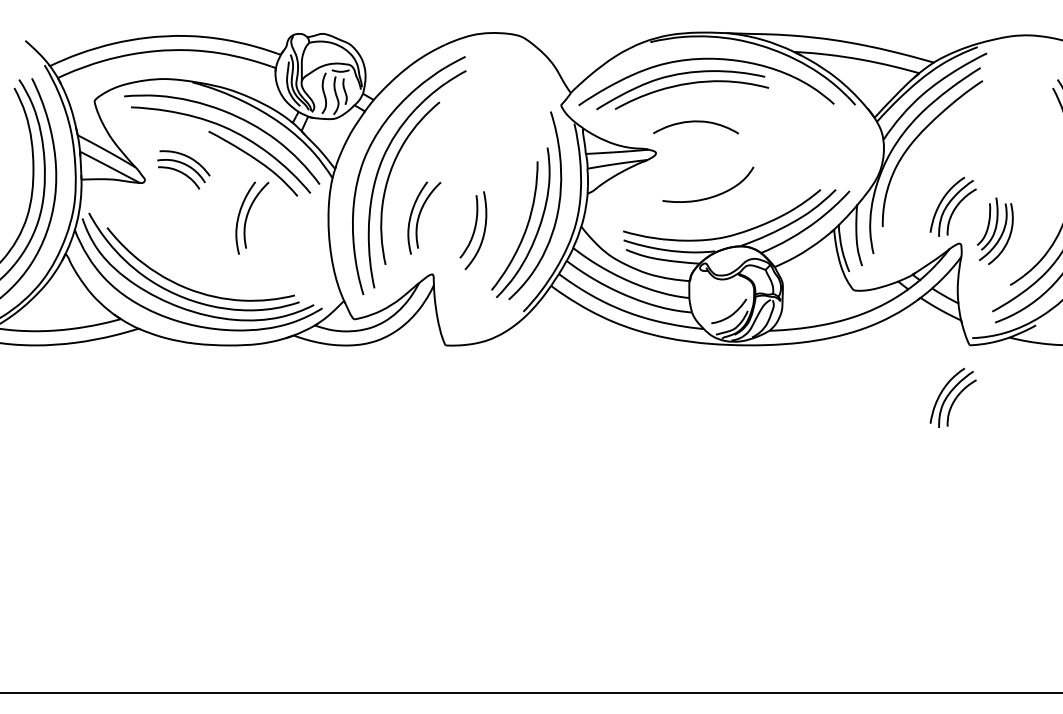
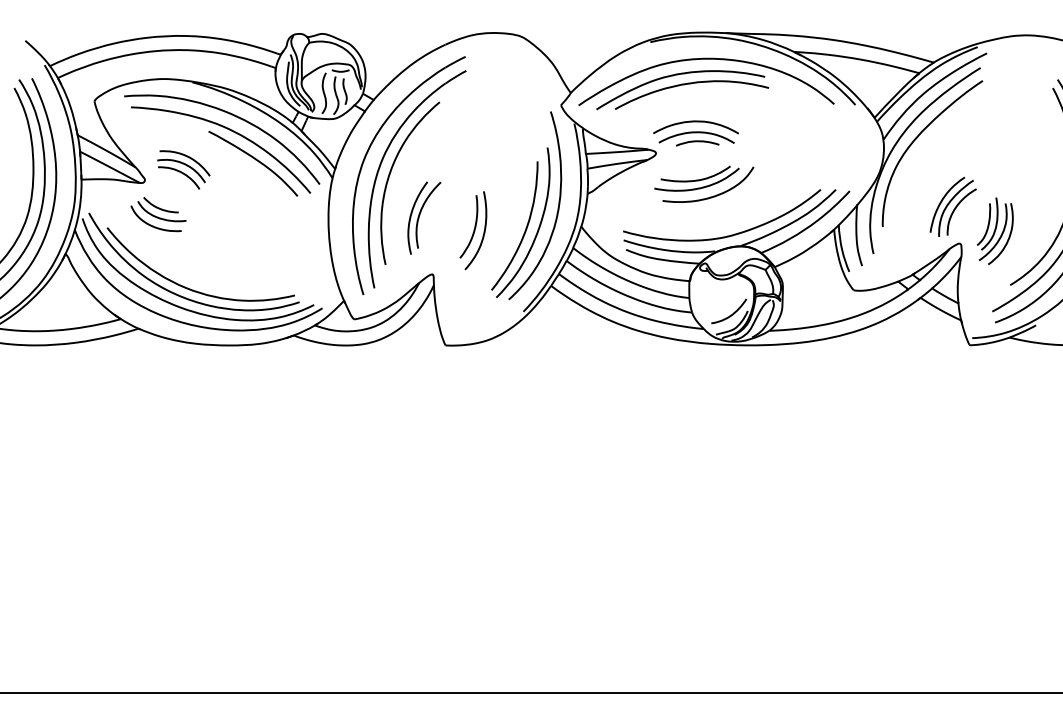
part at (696, 138): none -> present
part at (696, 178): none -> present
part at (158, 214): none -> present
part at (252, 217): present -> none
part at (952, 397): present -> none
